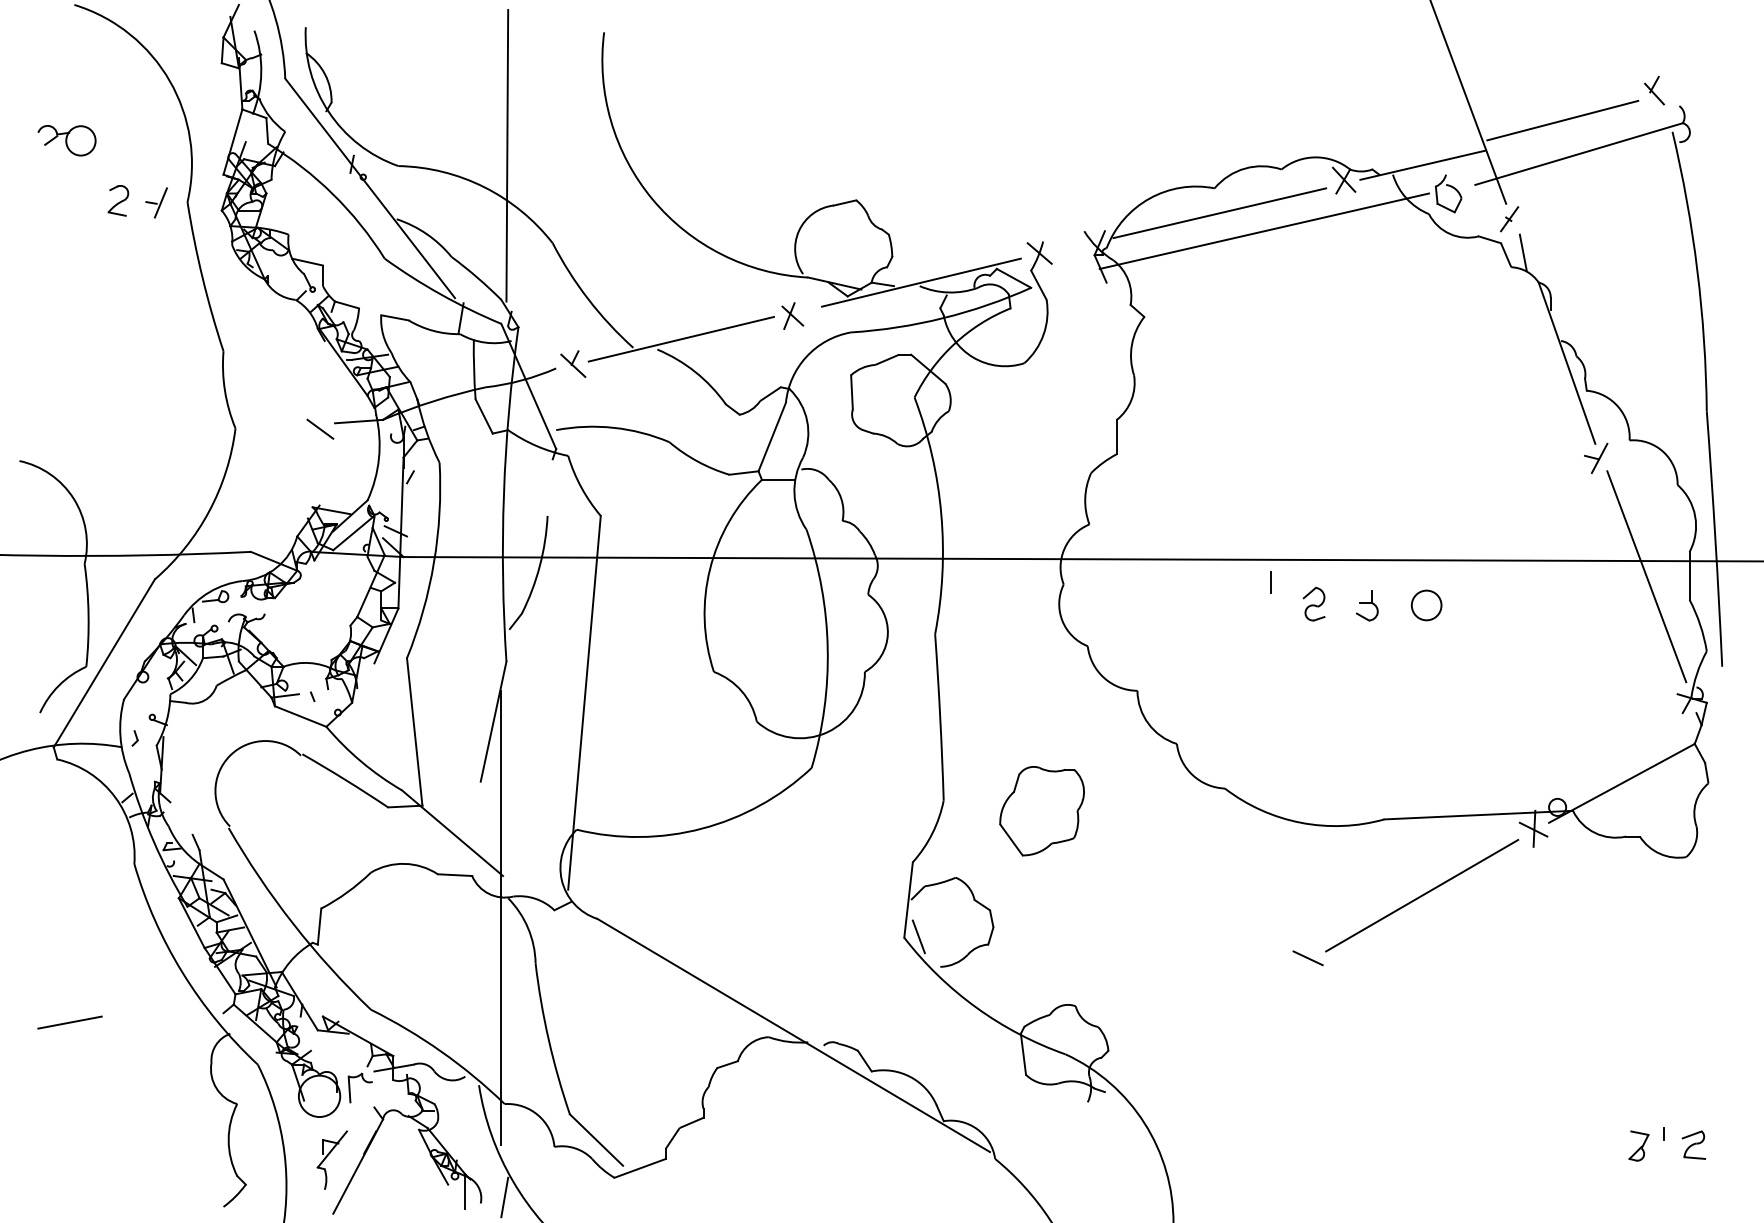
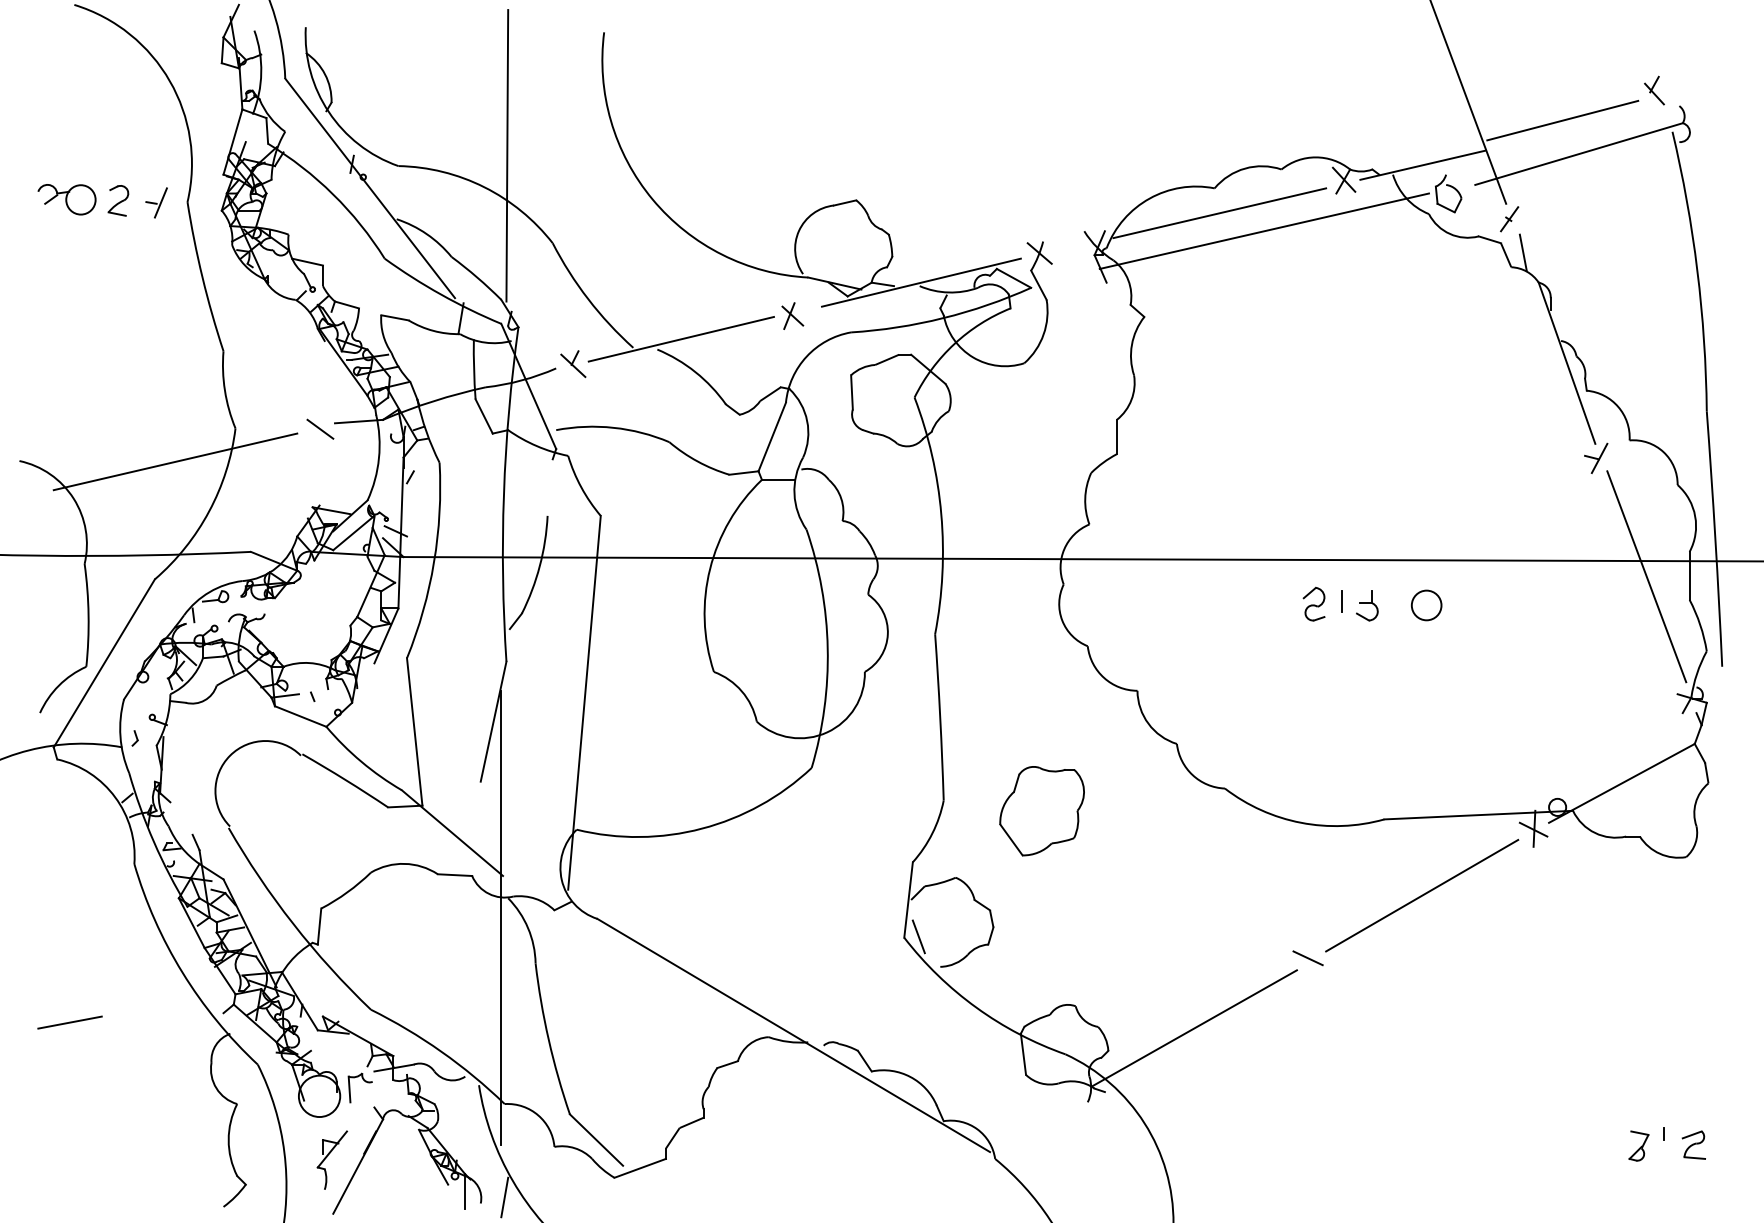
part at (66, 140) position: (66, 140) -> (66, 199)
line at (175, 461): none -> present
line at (1270, 582) position: (1270, 582) -> (1341, 601)
line at (1193, 1028): none -> present
